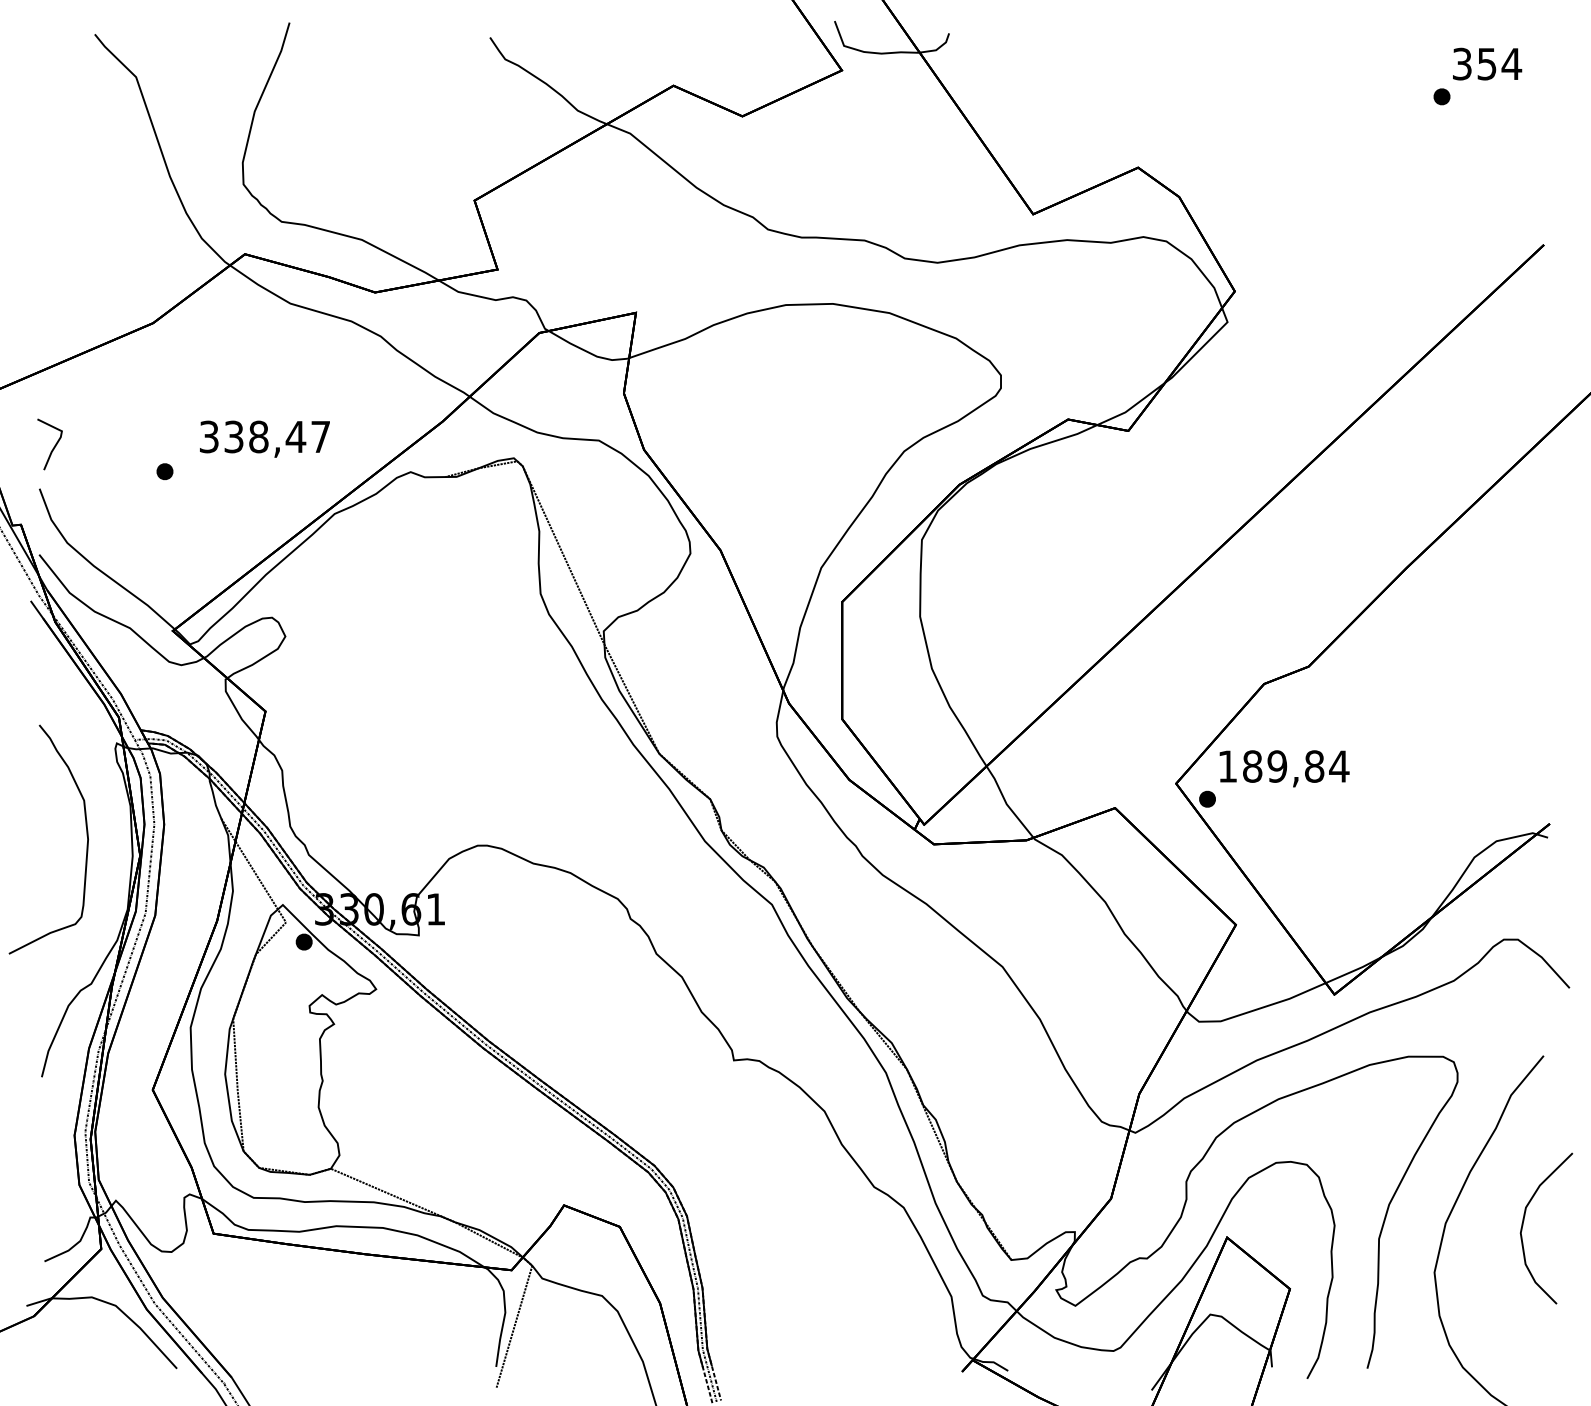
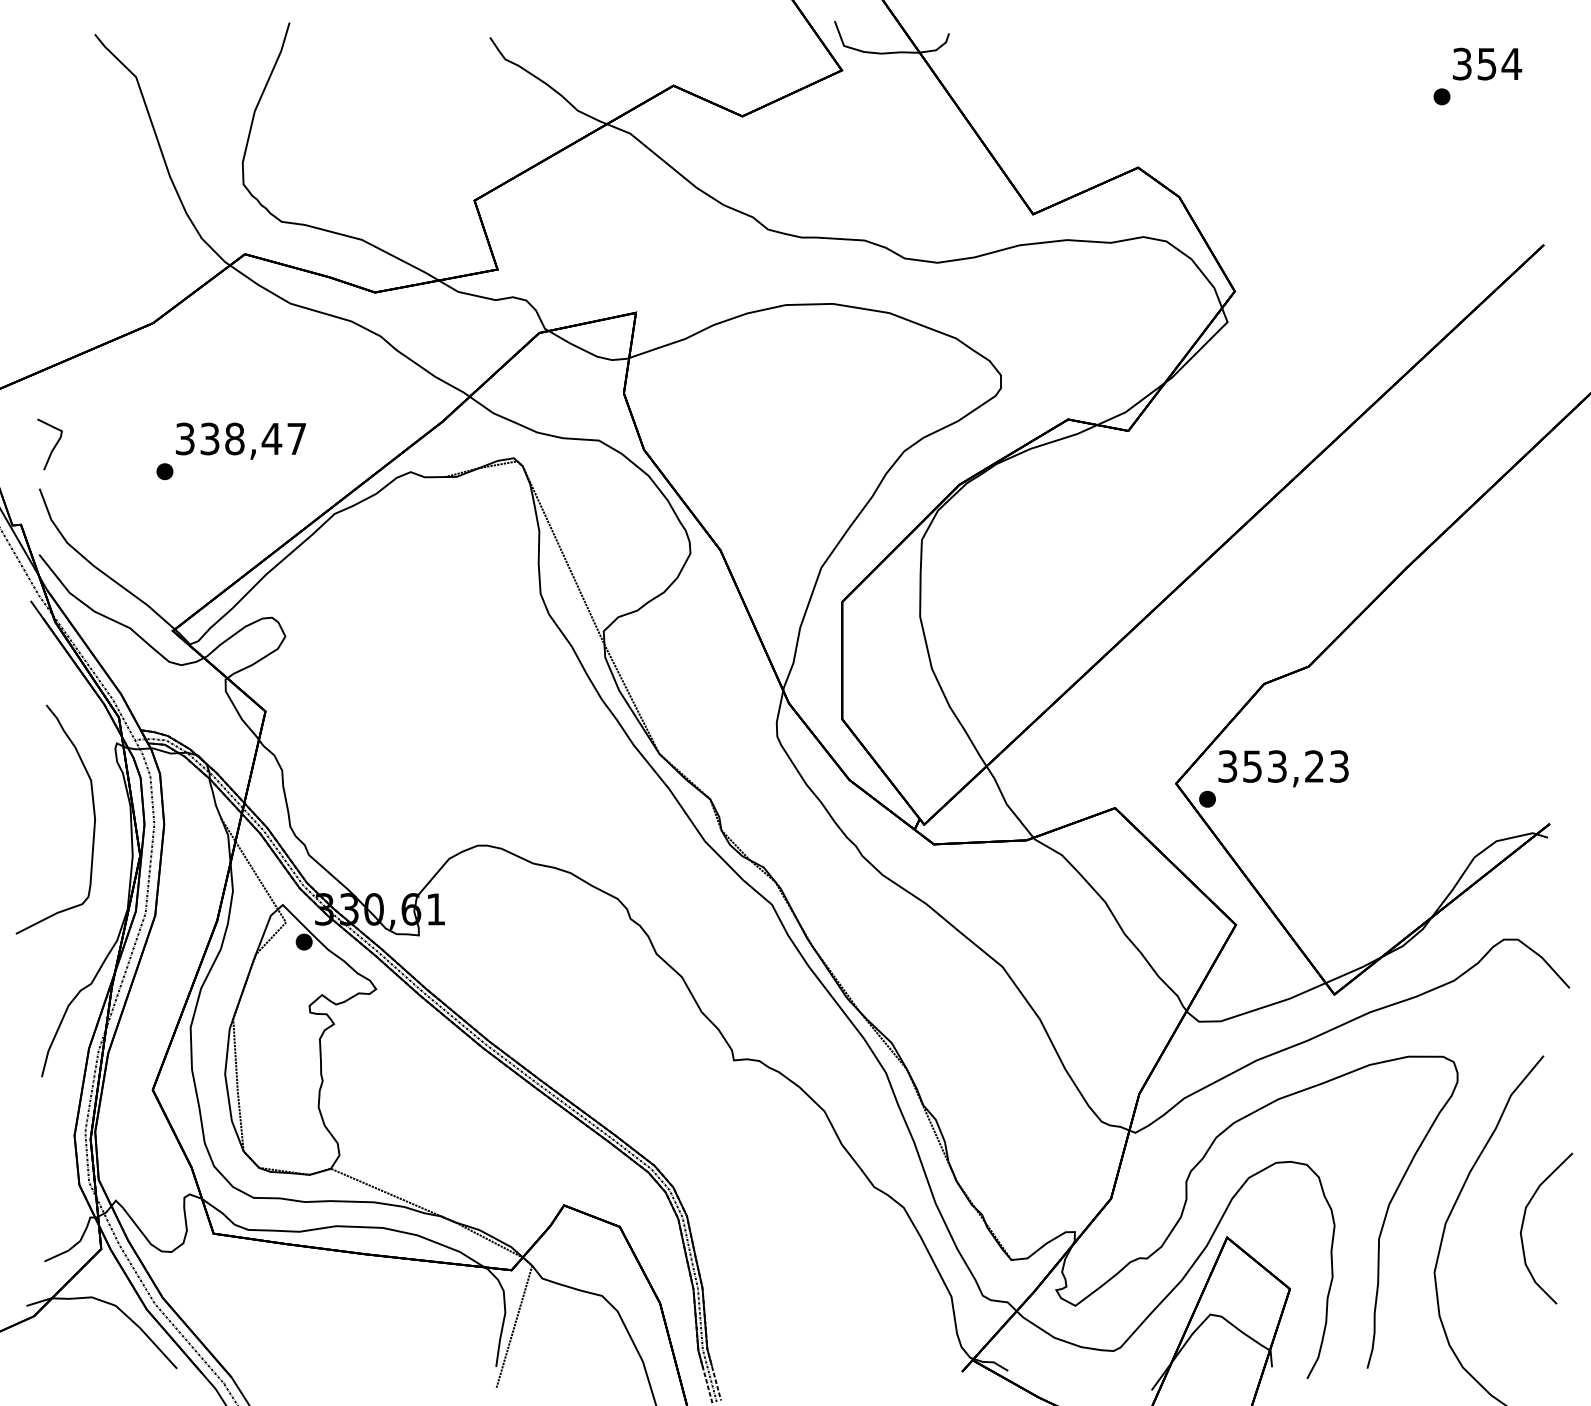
text at (264, 438) position: (264, 438) -> (240, 440)
text at (1283, 766): 189,84 -> 353,23
curve at (86, 836) position: (86, 836) -> (93, 816)
